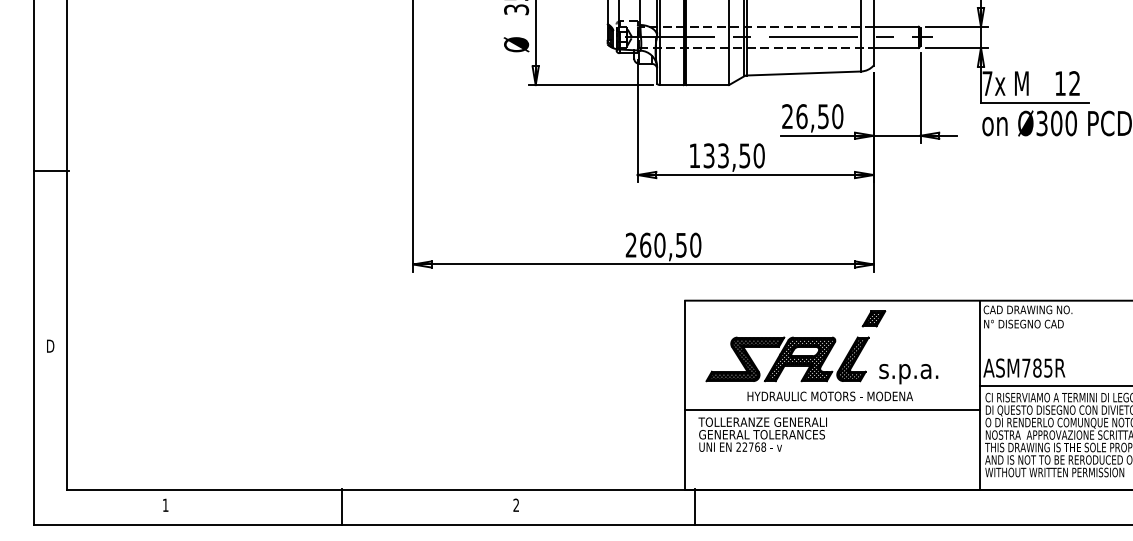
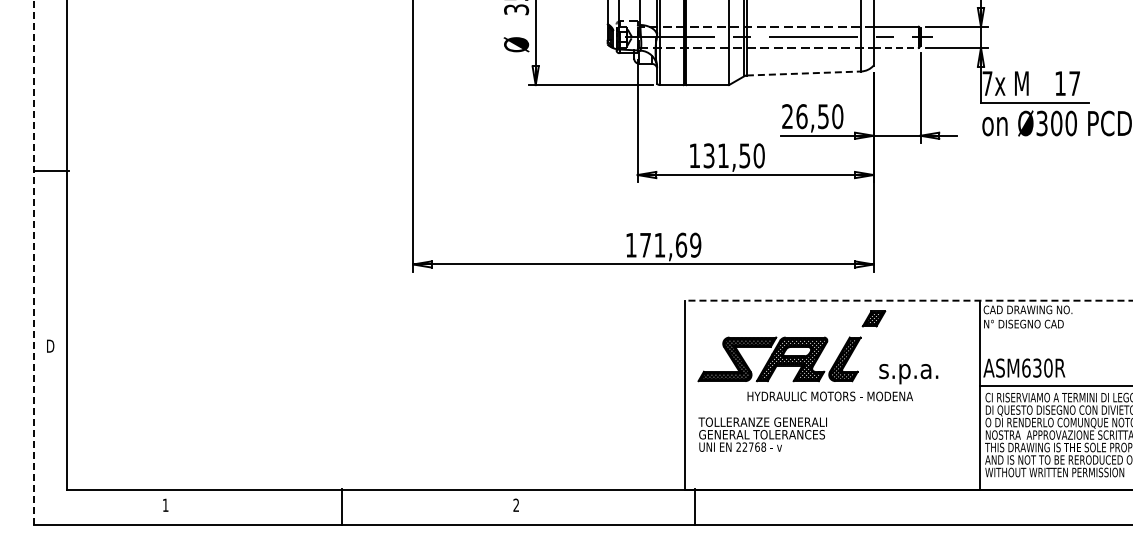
line at (896, 47): solid -> dashed
line at (804, 73): solid -> dashed
text at (1074, 83): 12 -> 17
text at (723, 155): 133,50 -> 131,50
text at (663, 244): 260,50 -> 171,69
line at (33, 262): solid -> dashed
line at (908, 300): solid -> dashed
part at (787, 359) position: (787, 359) -> (779, 359)
text at (1037, 367): ASM785R -> ASM630R
line at (832, 410): present -> none
